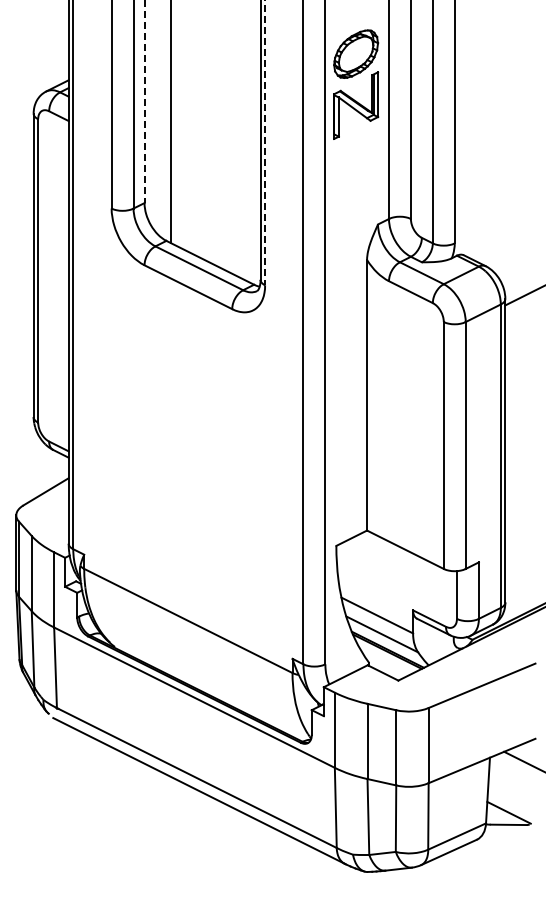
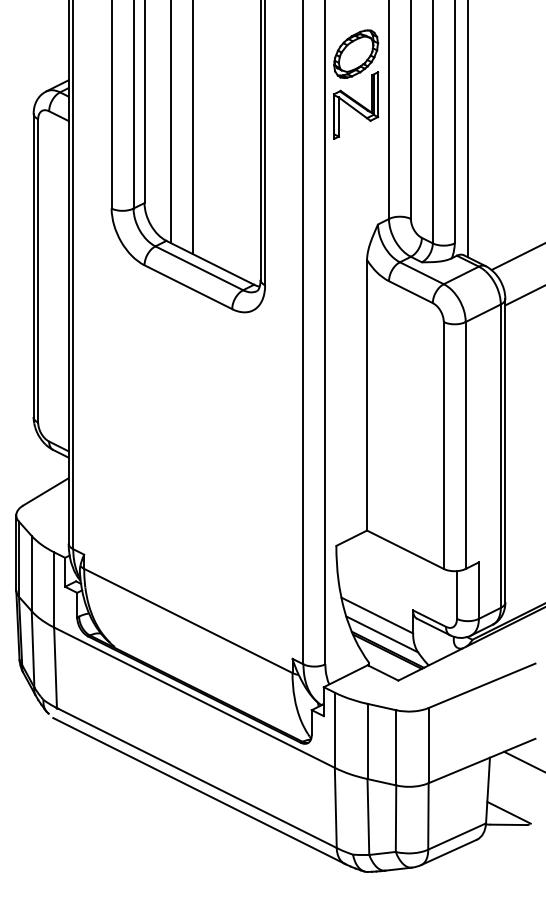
line at (144, 102): dashed -> solid
line at (192, 128): none -> present
line at (467, 129): none -> present
line at (265, 143): dashed -> solid
line at (516, 257): none -> present
